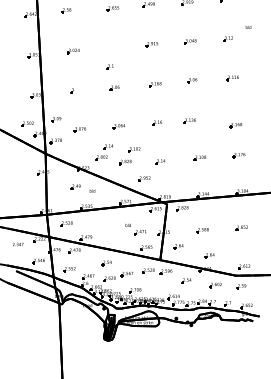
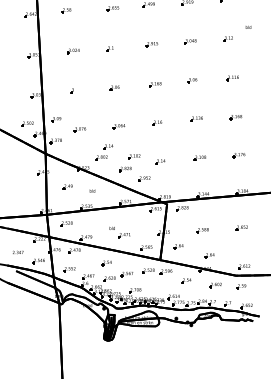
part at (109, 66) position: (109, 66) -> (109, 48)
part at (189, 120) position: (189, 120) -> (196, 118)
part at (235, 125) position: (235, 125) -> (235, 117)
part at (129, 156) position: (129, 156) -> (129, 163)
part at (75, 186) position: (75, 186) -> (67, 186)
part at (135, 229) position: (135, 229) -> (119, 232)
text at (18, 244) position: (18, 244) -> (18, 252)
